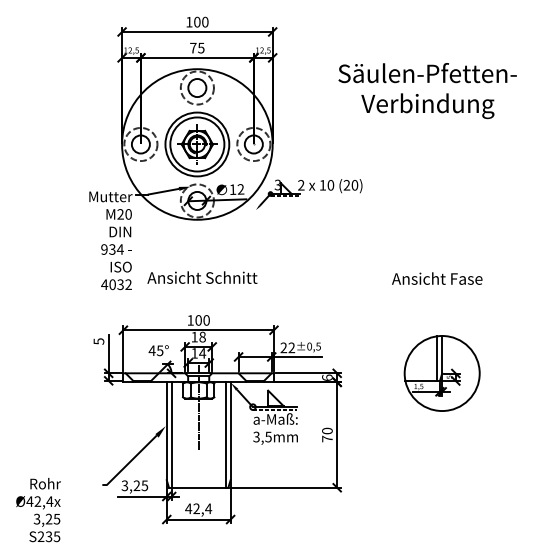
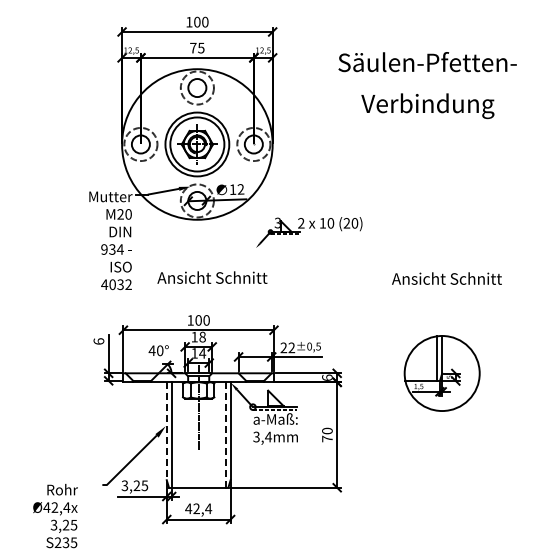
text at (427, 73) position: (427, 73) -> (427, 62)
part at (309, 194) position: (309, 194) -> (309, 232)
text at (202, 277) position: (202, 277) -> (212, 277)
text at (475, 278): Ansicht Fase -> Ansicht Schnitt
text at (98, 341): 5 -> 6
text at (159, 350): 45° -> 40°
line at (166, 431): solid -> dashed
line at (225, 435): solid -> dashed
text at (268, 436): 3,5mm -> 3,4mm
text at (38, 510) position: (38, 510) -> (55, 516)
